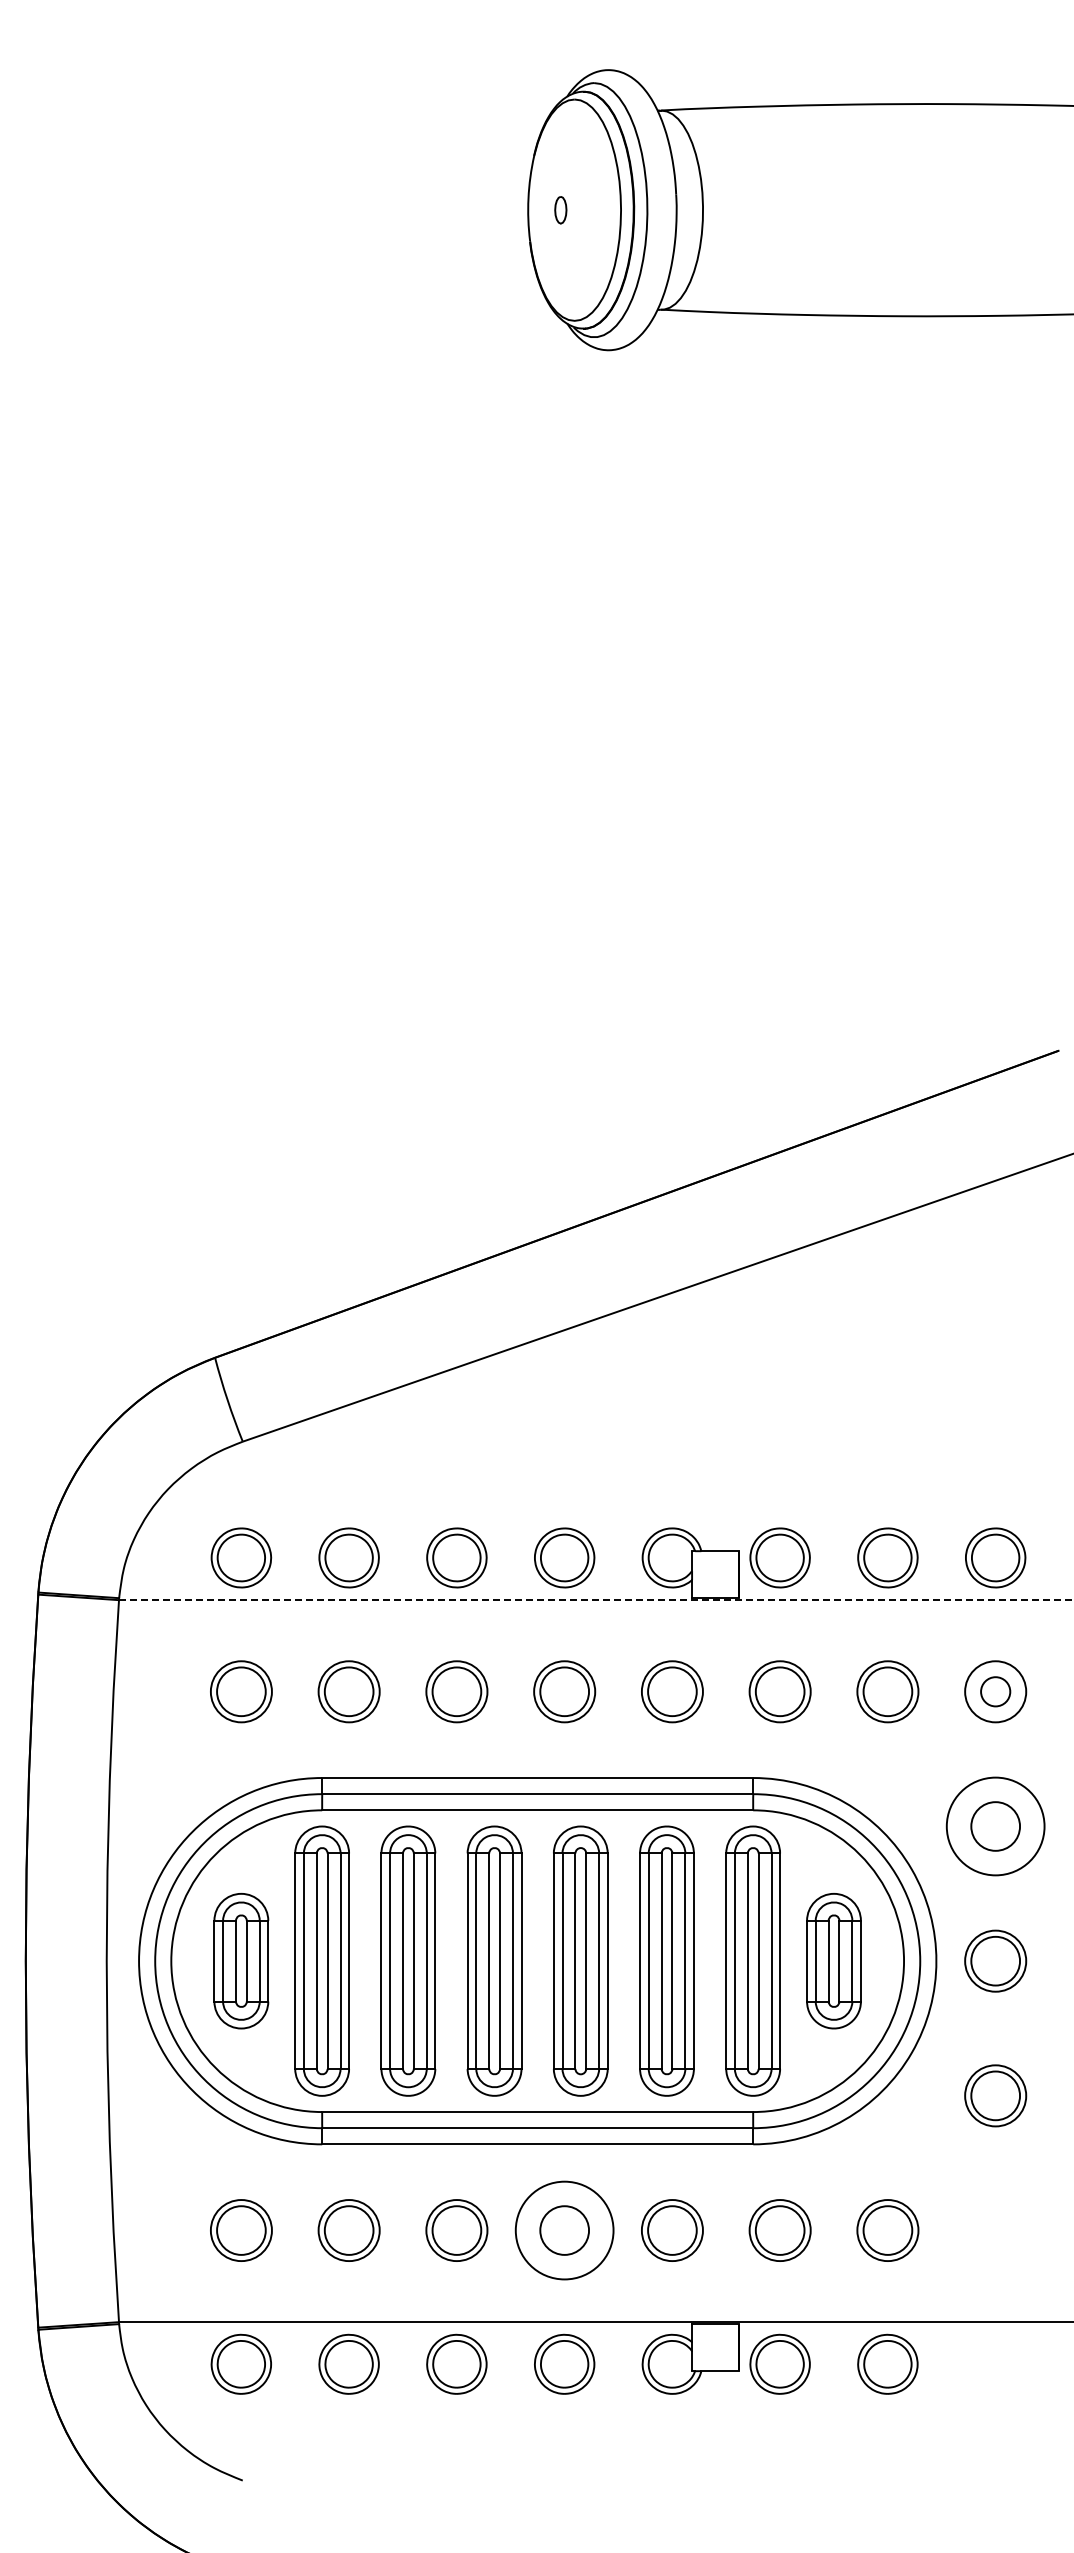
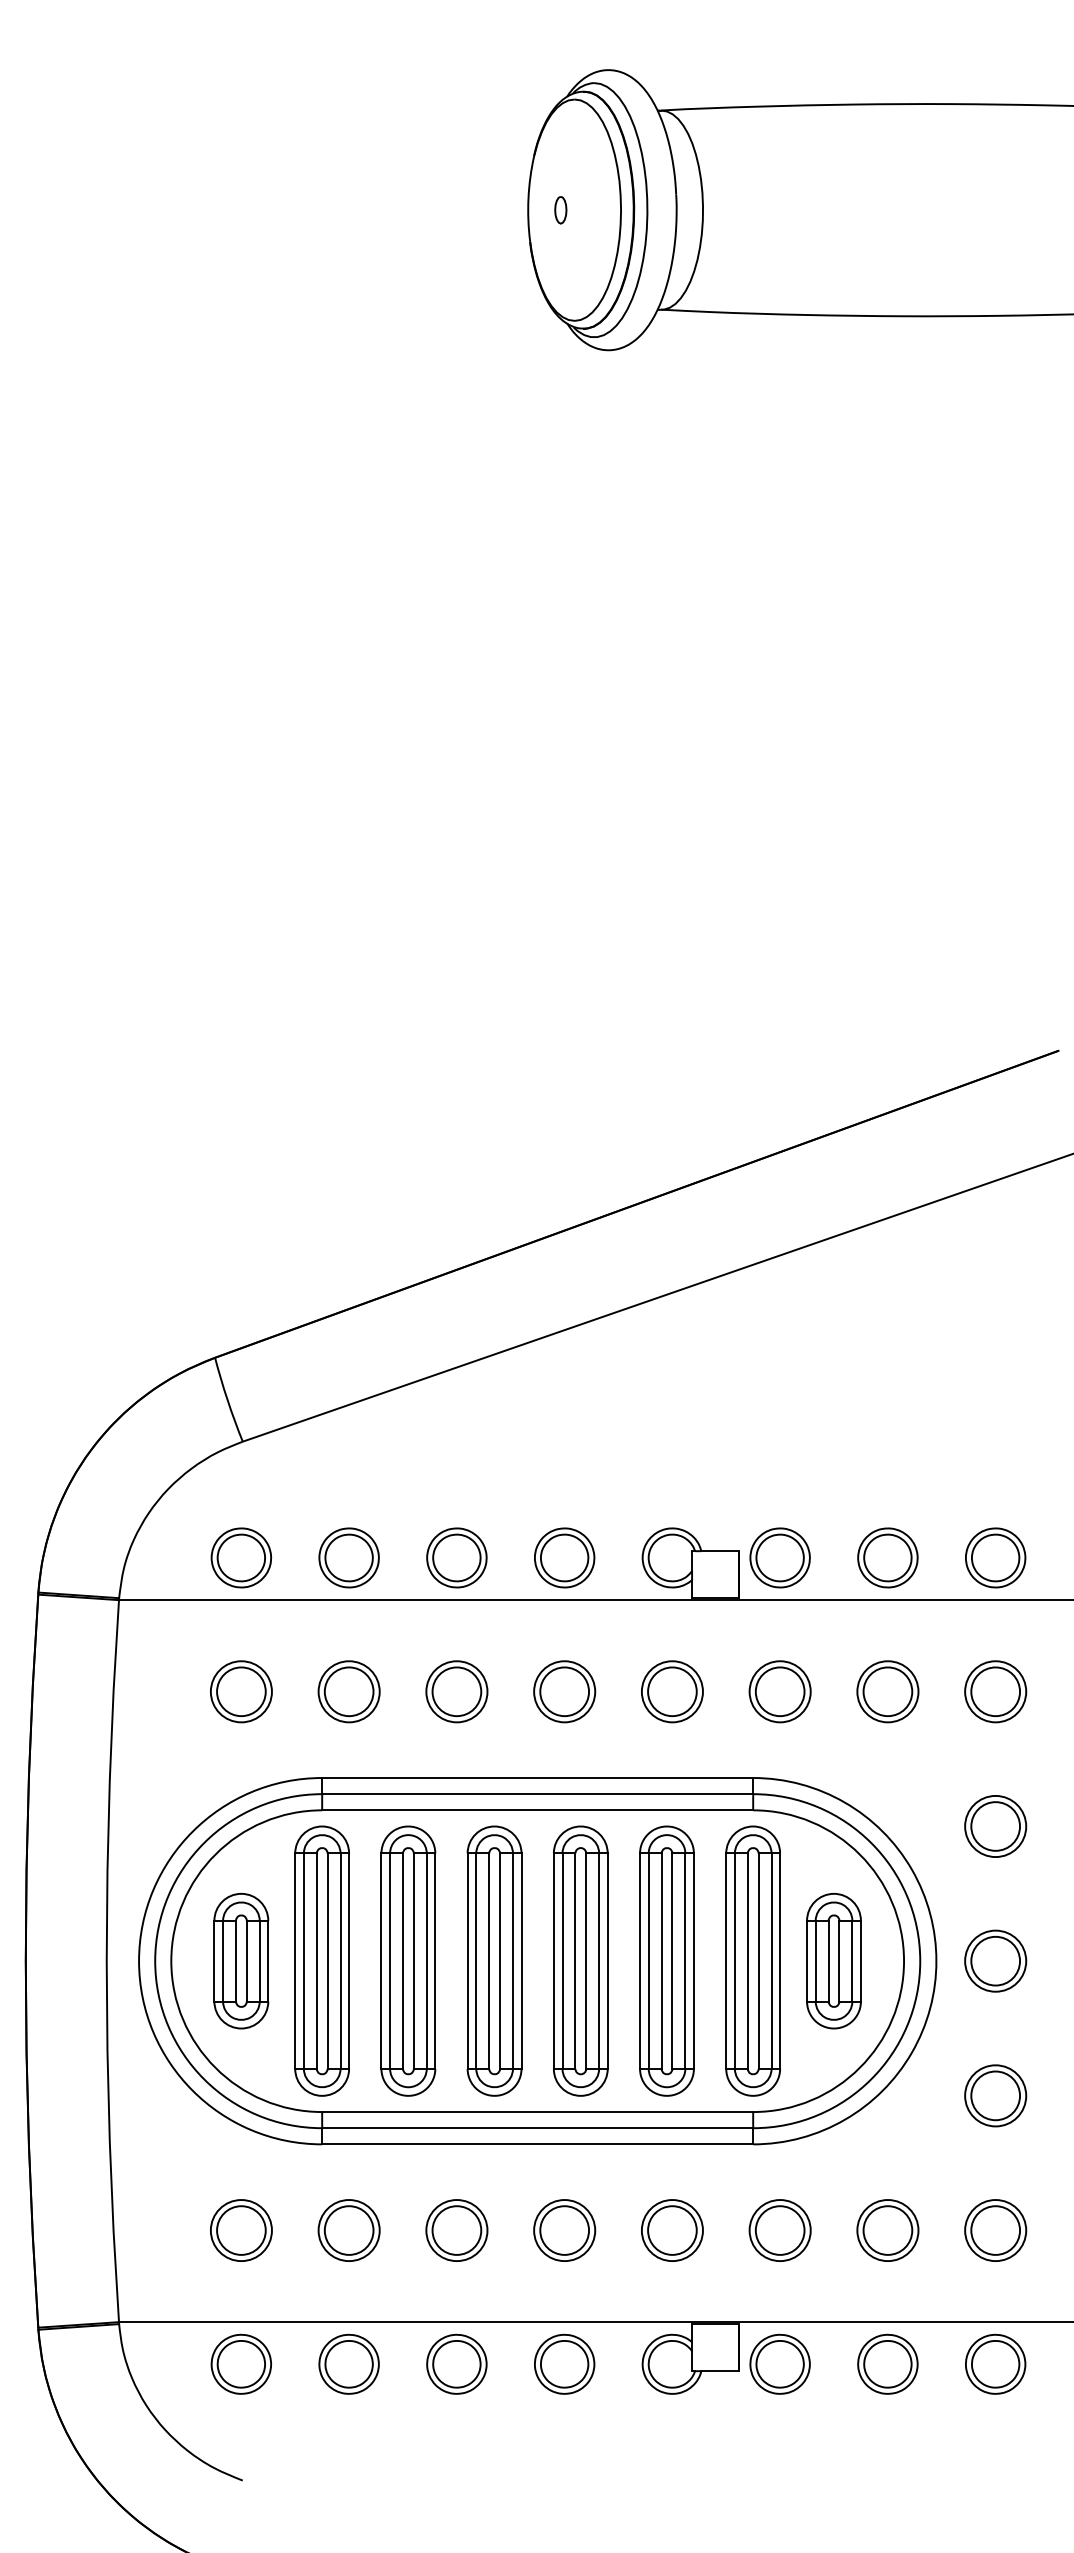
line at (596, 1600): dashed -> solid
circle at (995, 1691) diameter: 29 px -> 49 px
circle at (995, 1826) diameter: 98 px -> 61 px
circle at (564, 2230) diameter: 98 px -> 61 px
part at (995, 2230): none -> present
part at (995, 2363): none -> present
